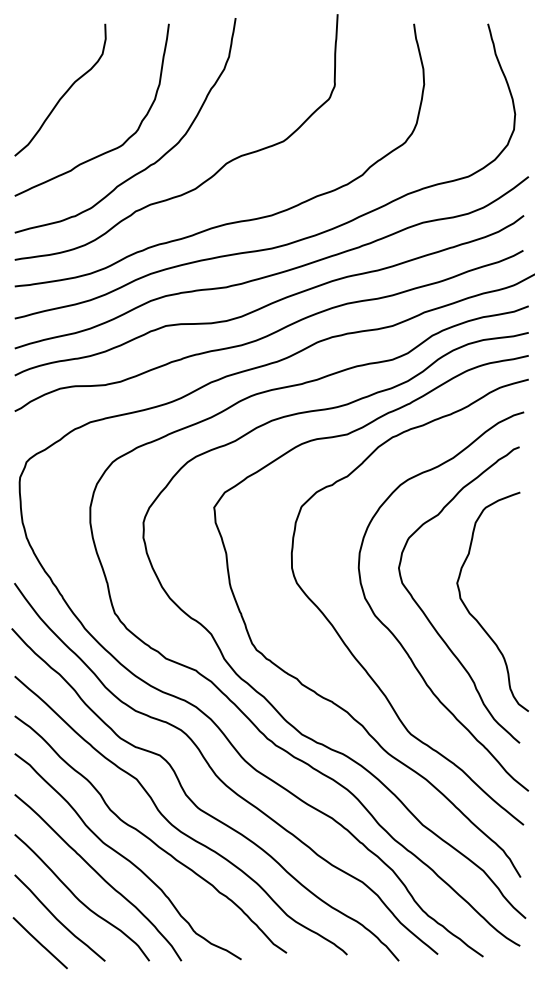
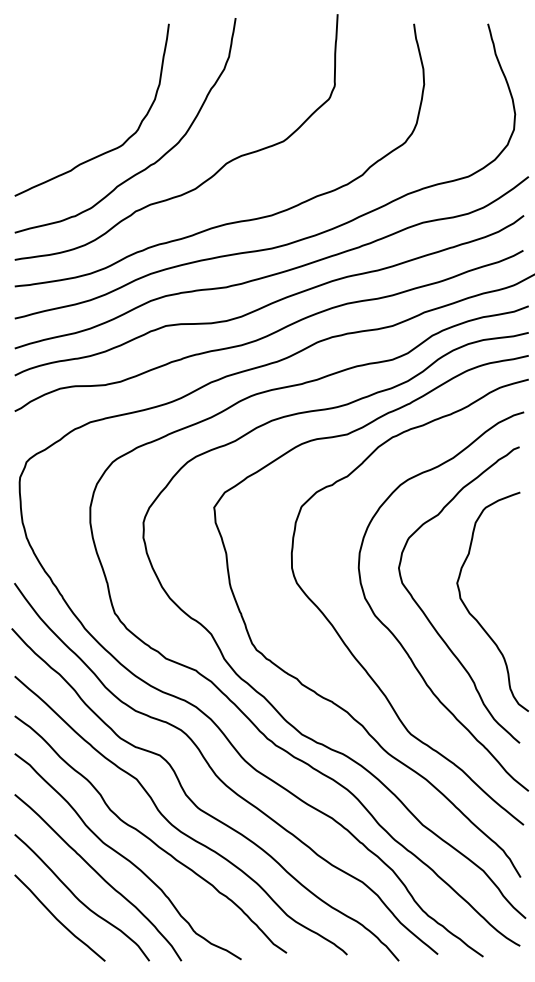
curve at (64, 92): present -> none
line at (39, 943): present -> none
